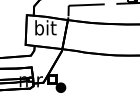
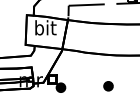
part at (108, 86): none -> present
